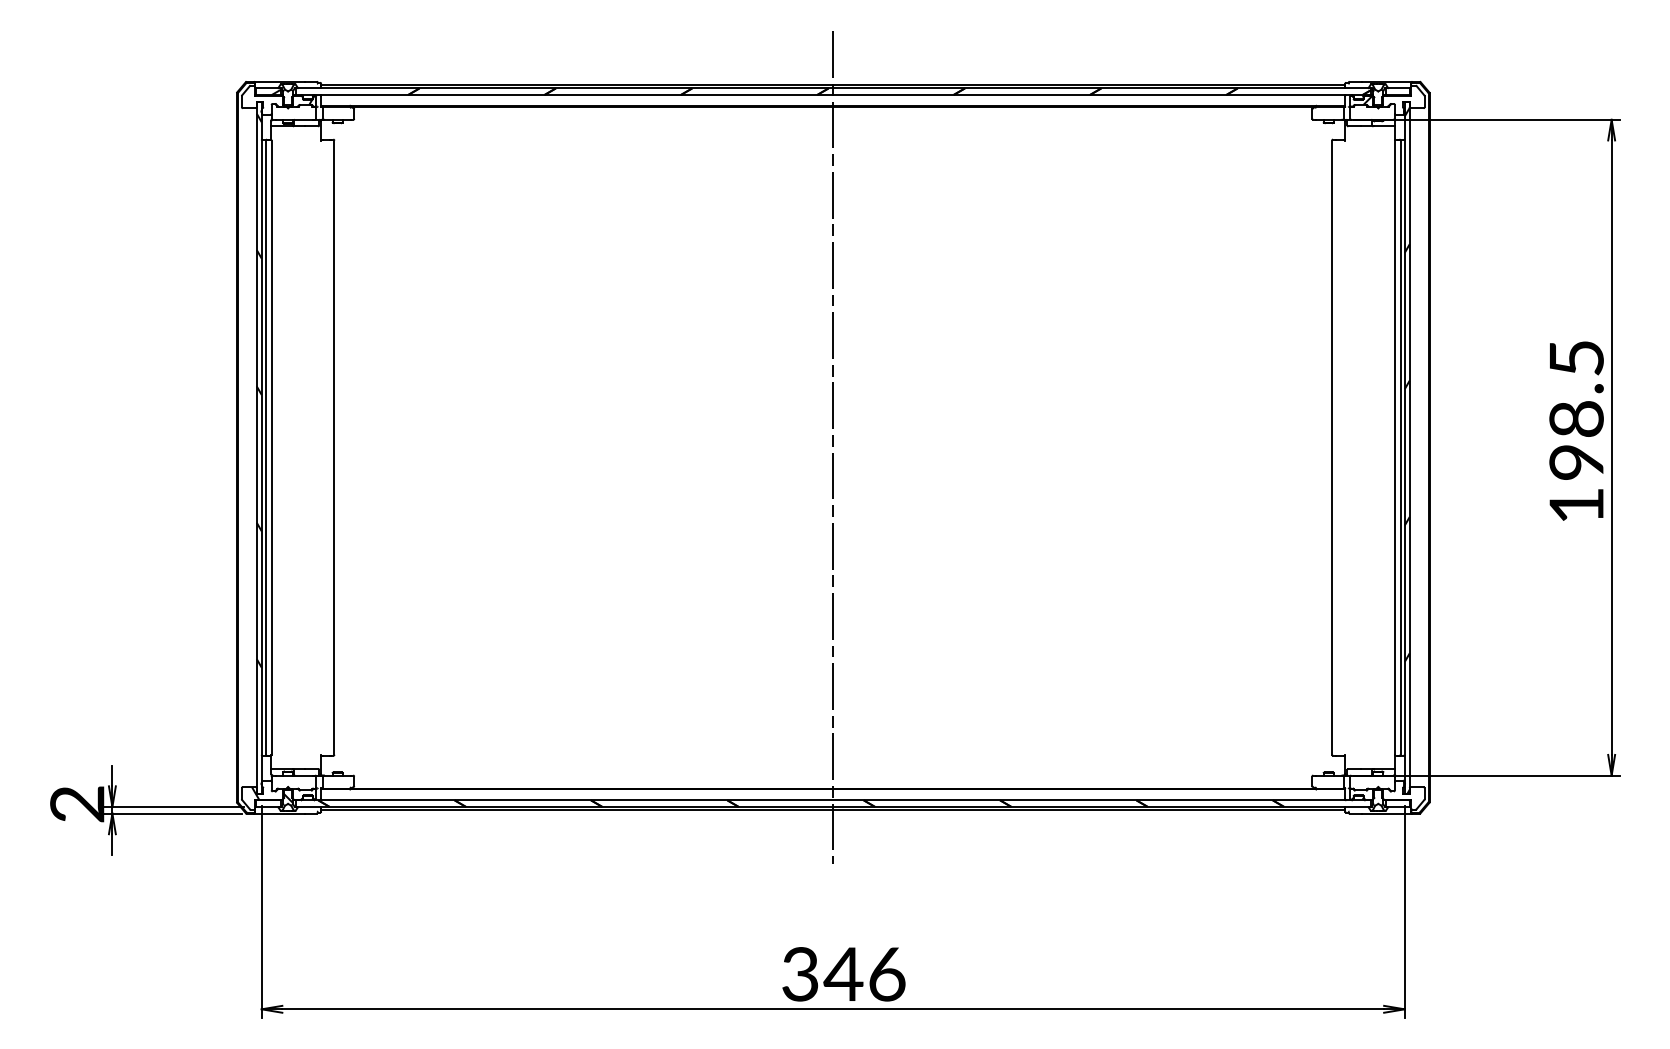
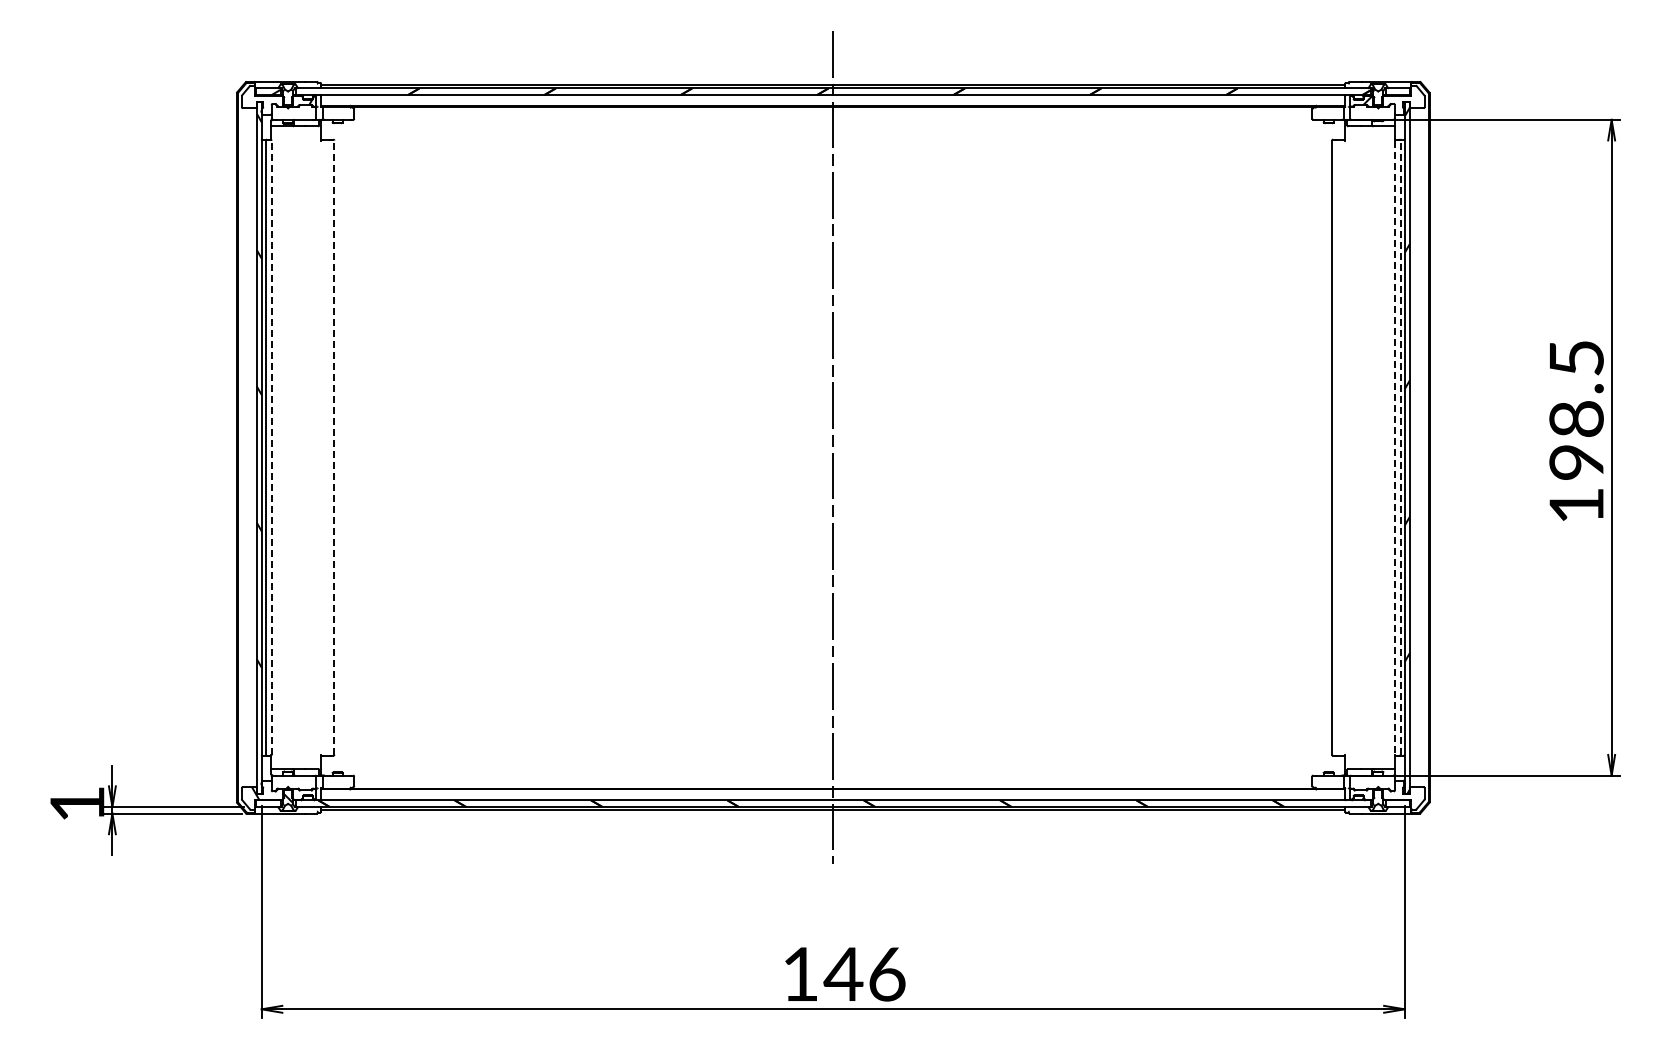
line at (271, 447): solid -> dashed
line at (334, 447): solid -> dashed
line at (1400, 447): solid -> dashed
line at (1394, 448): solid -> dashed
text at (77, 804): 2 -> 1
text at (800, 974): 346 -> 146
